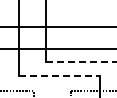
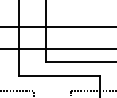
line at (81, 61): dashed -> solid
line at (59, 76): dashed -> solid
